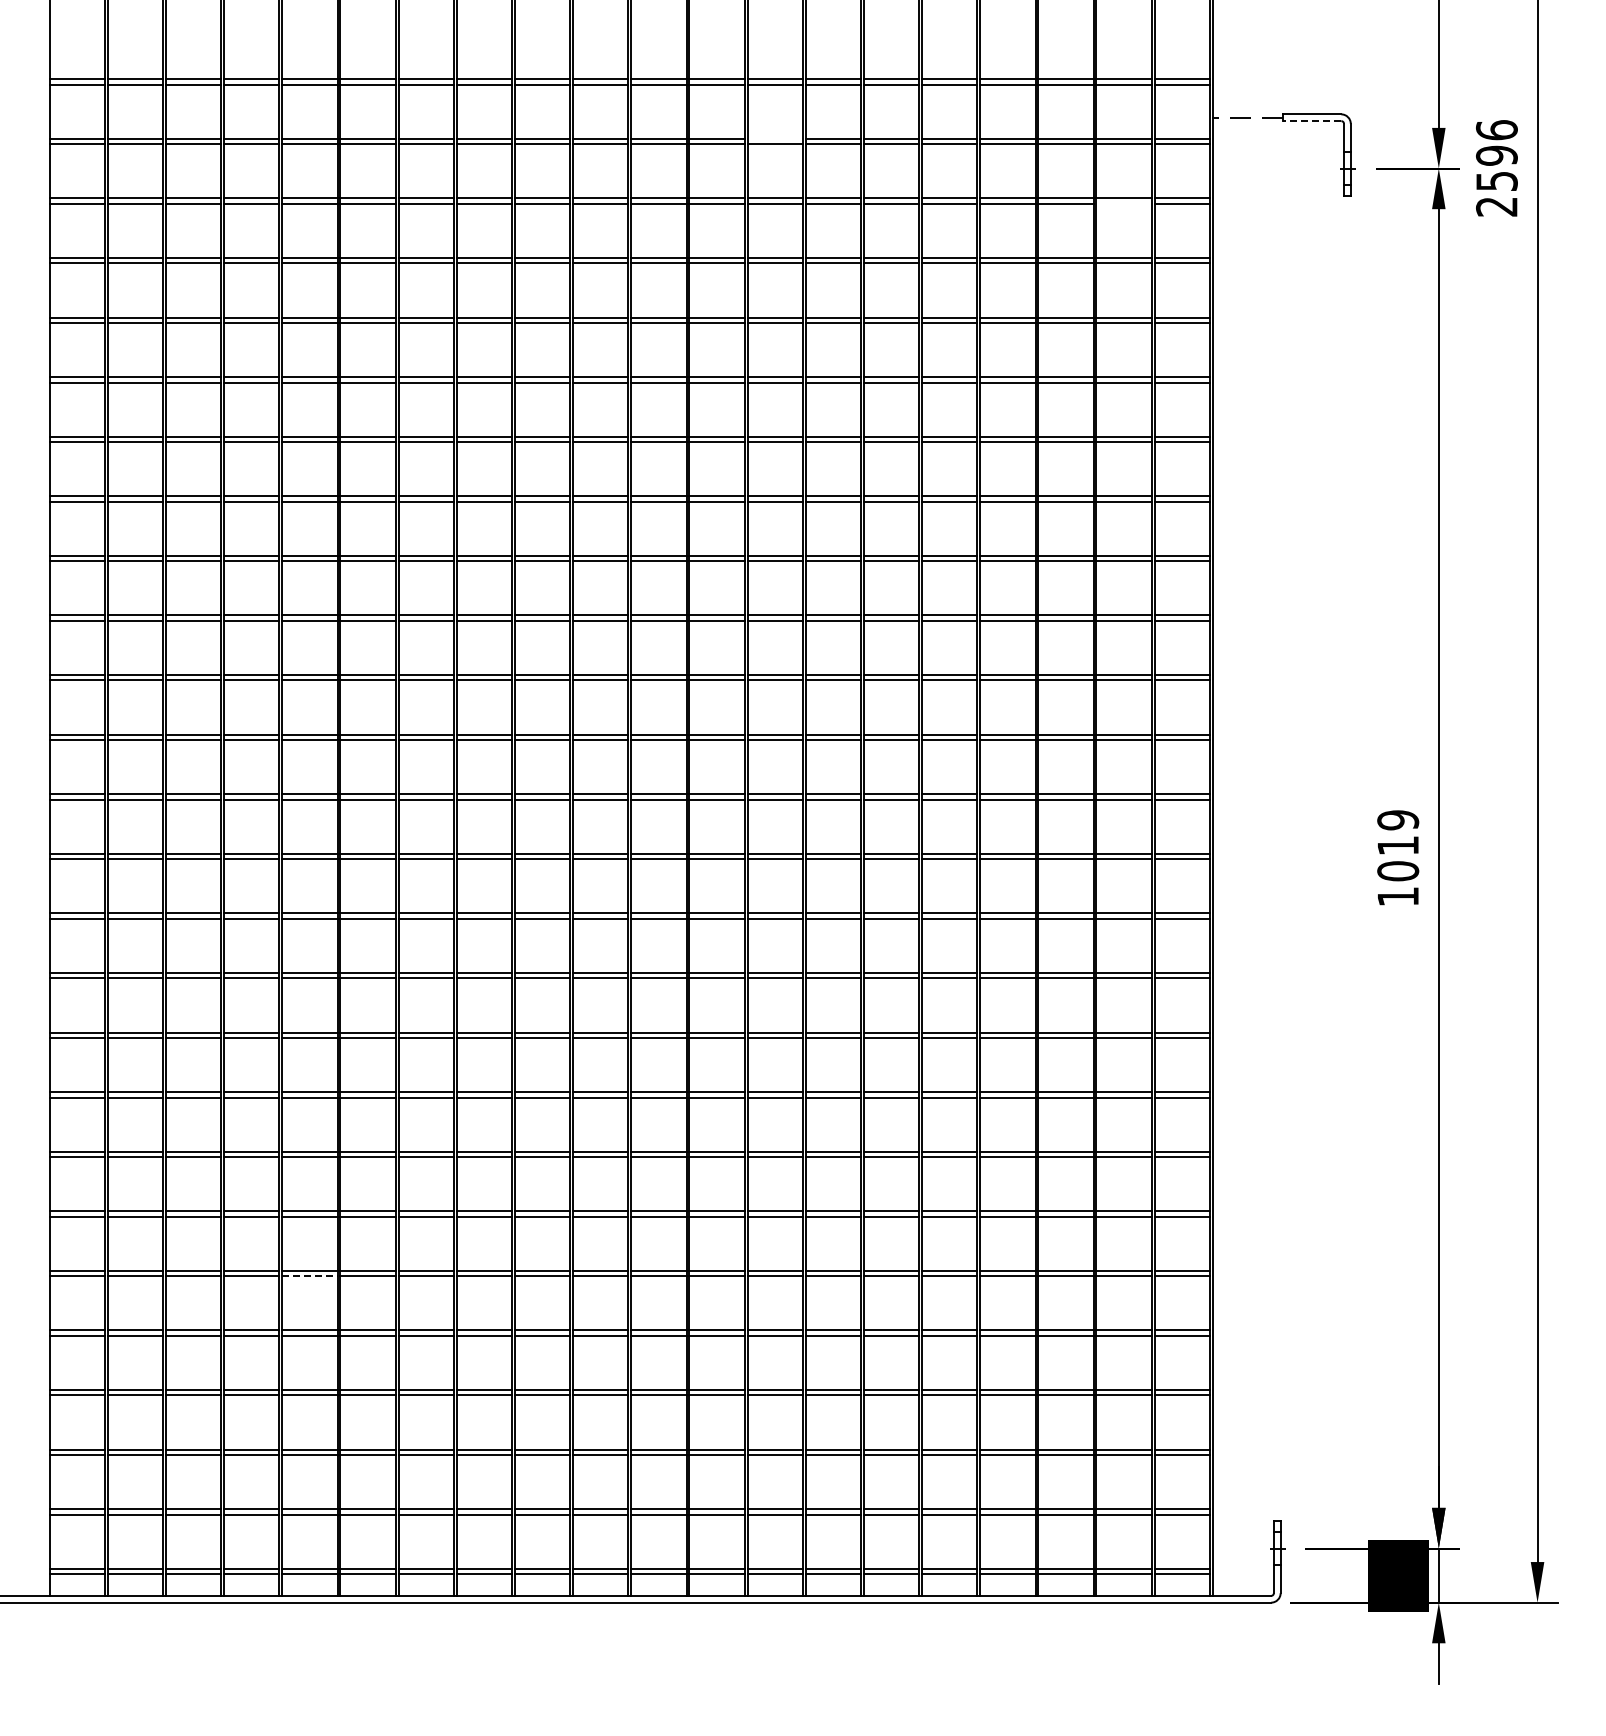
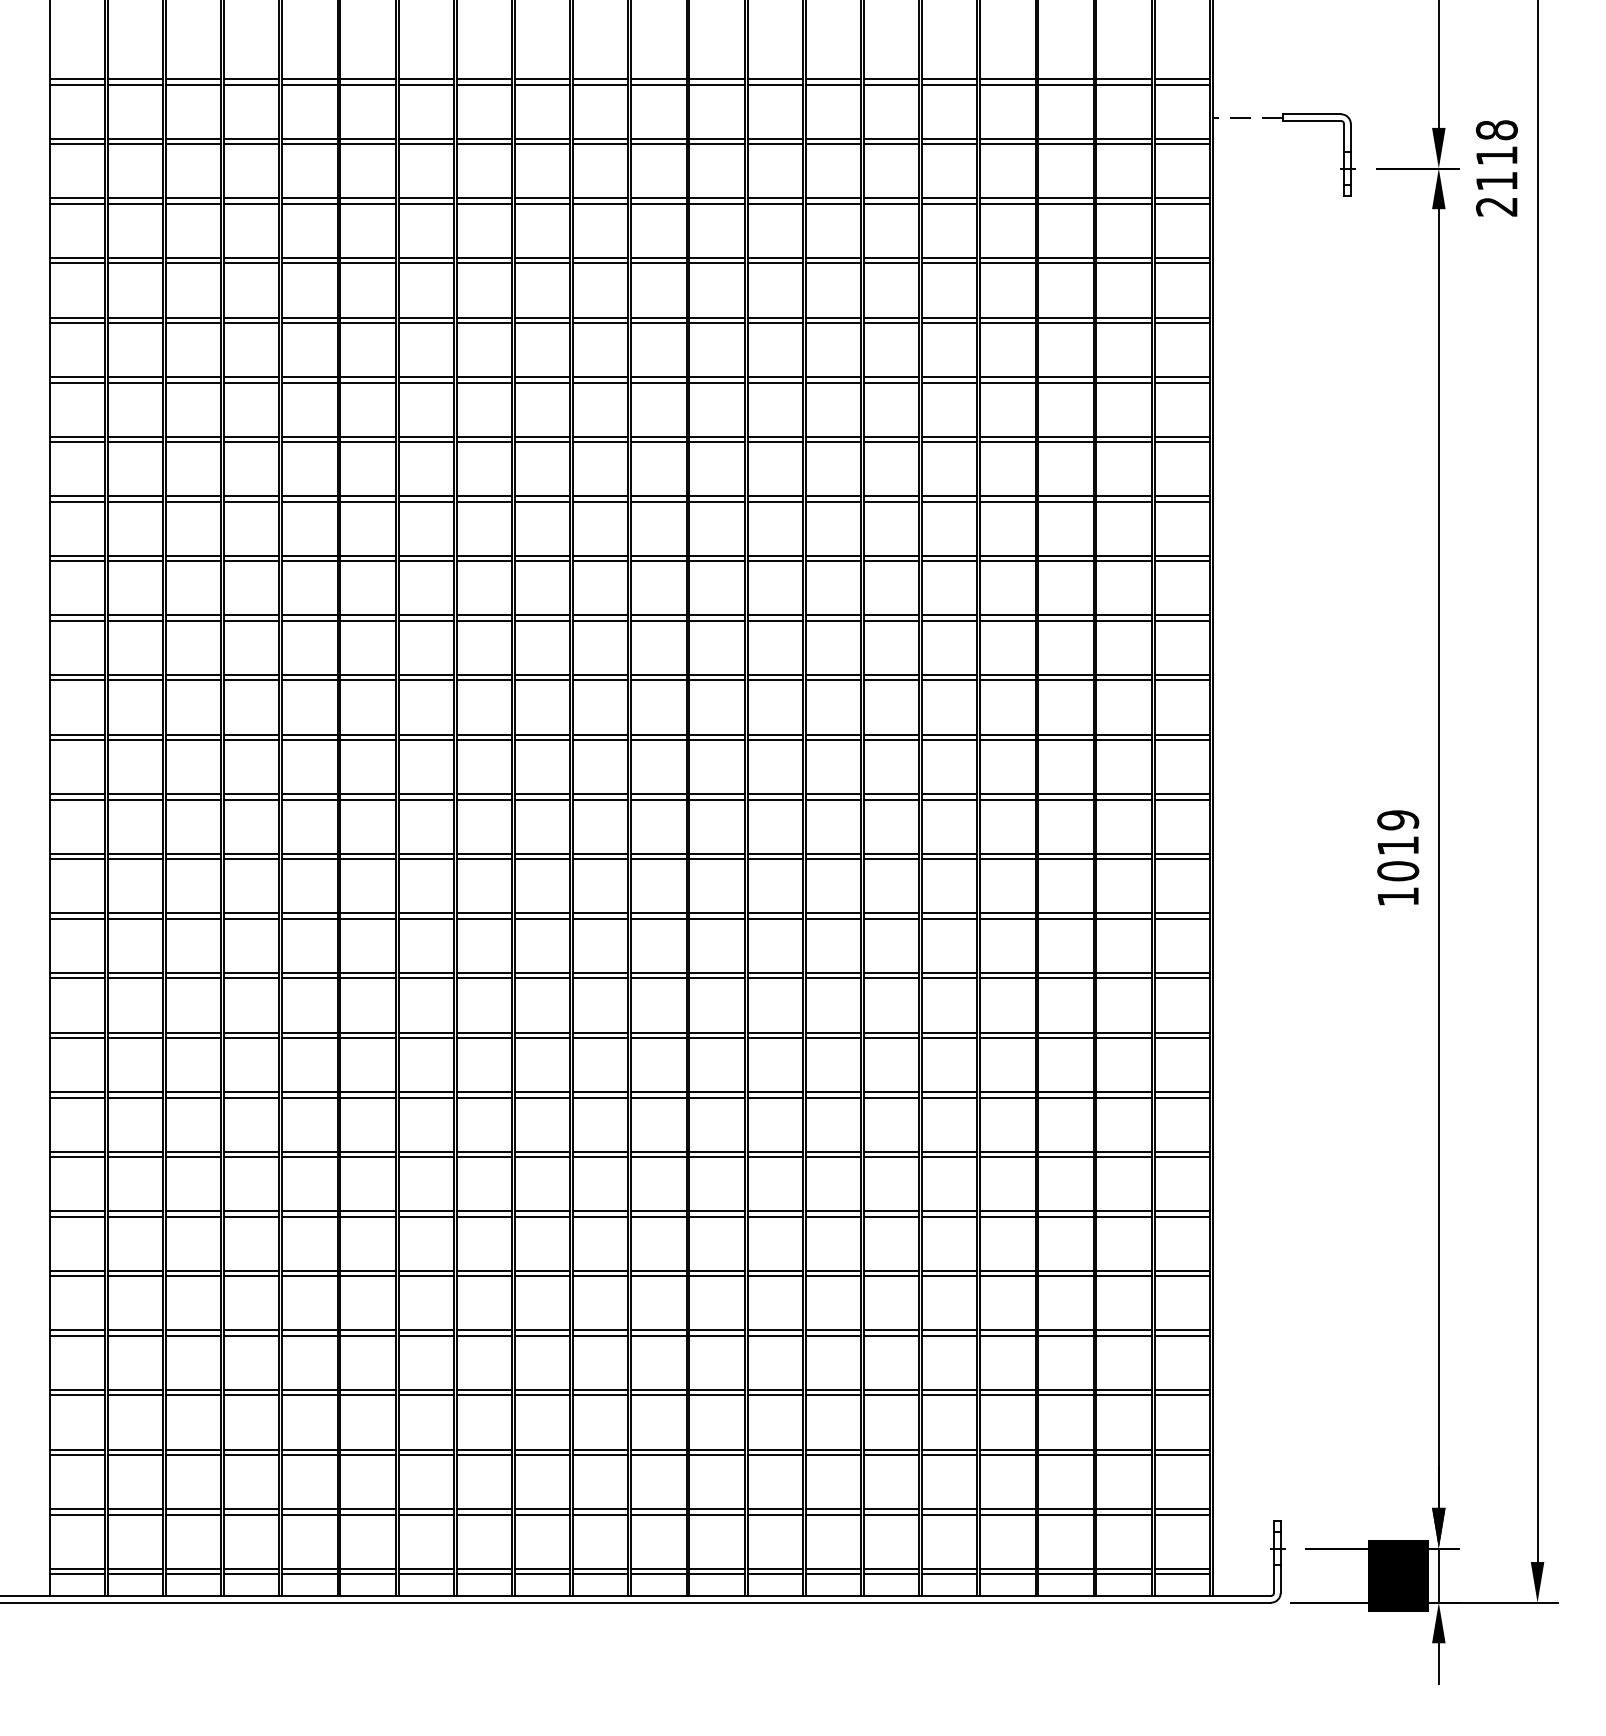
line at (1311, 121): dashed -> solid
line at (774, 138): none -> present
text at (1496, 155): 2596 -> 2118
line at (1123, 203): none -> present
line at (309, 1276): dashed -> solid
